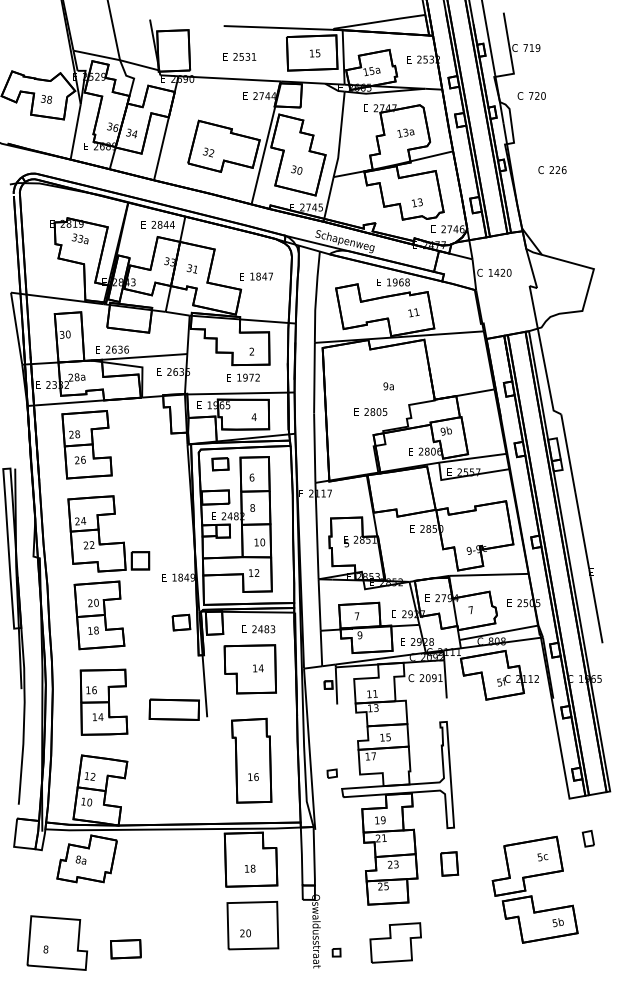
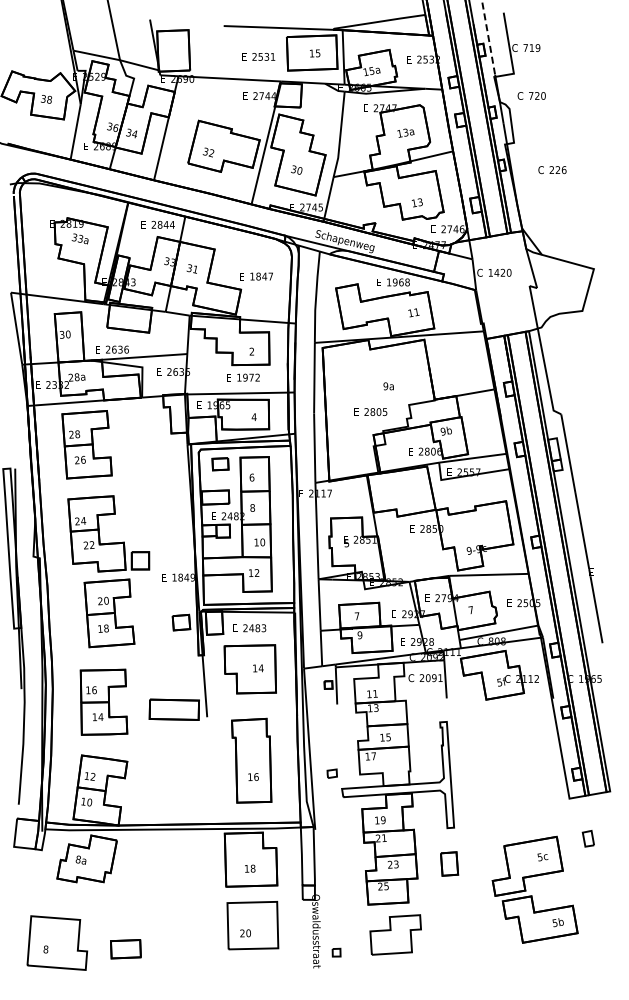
line at (488, 37): solid -> dashed
text at (239, 56) position: (239, 56) -> (258, 56)
part at (99, 615) position: (99, 615) -> (109, 613)
text at (258, 629) position: (258, 629) -> (249, 628)
part at (395, 942) position: (395, 942) -> (395, 934)
